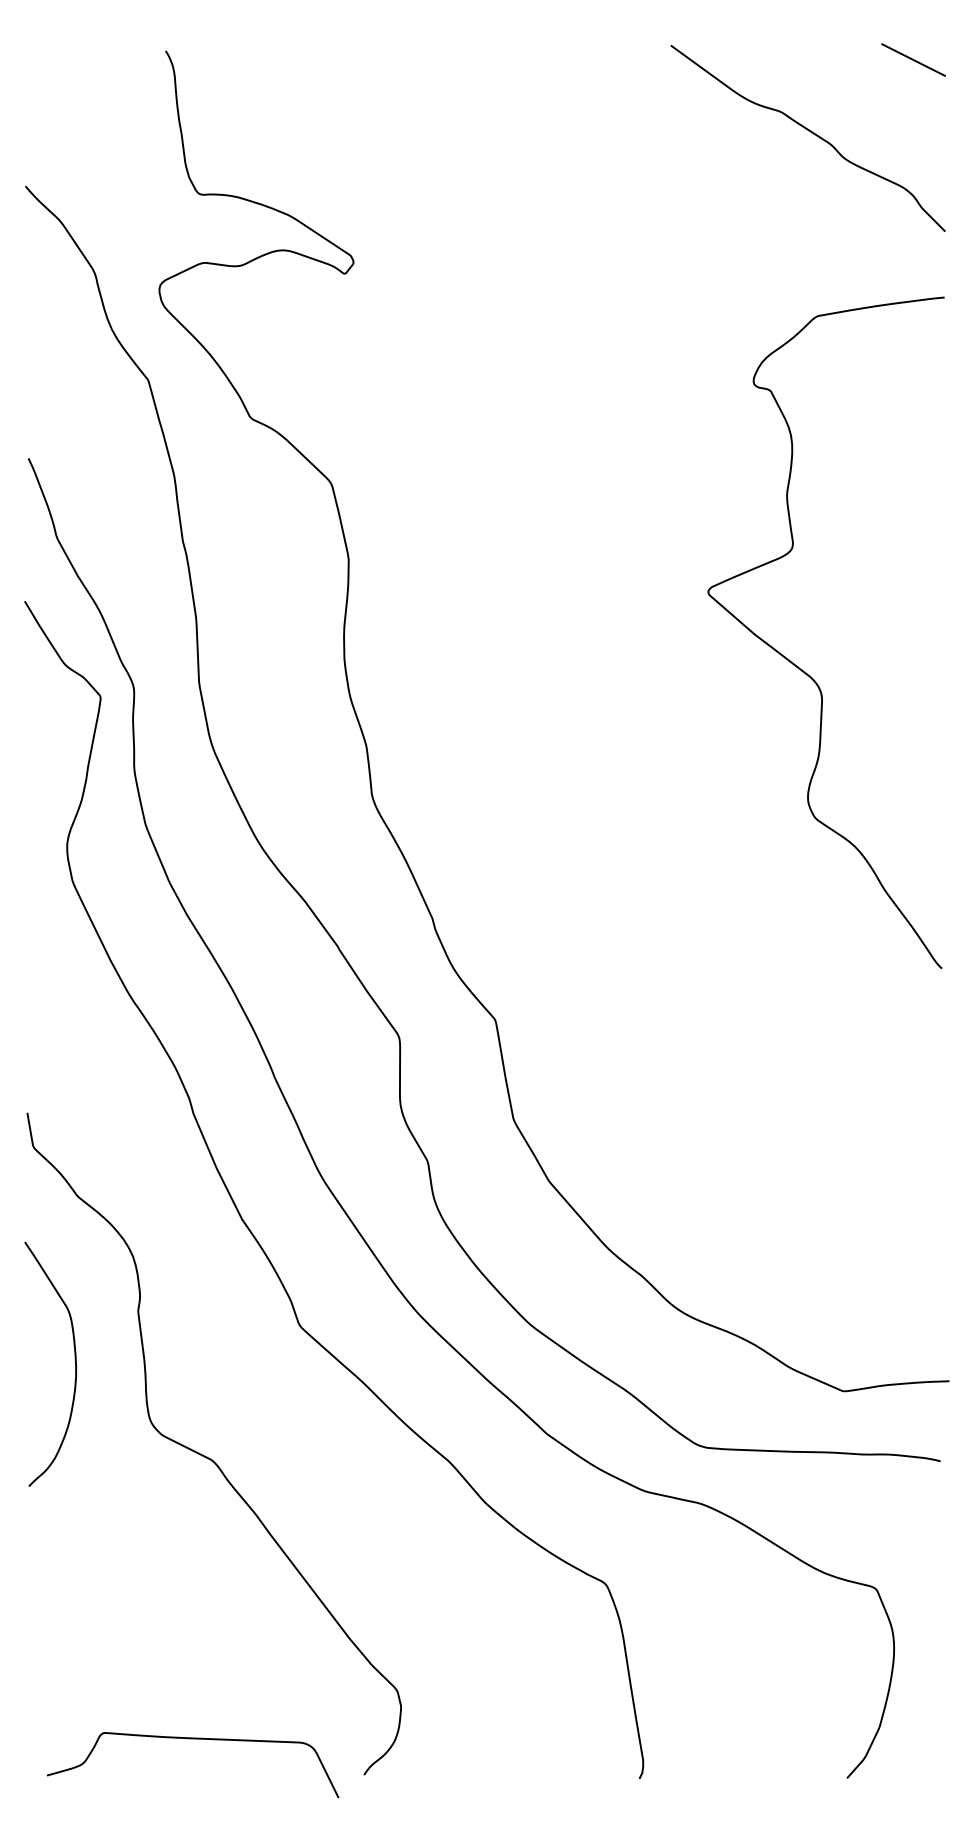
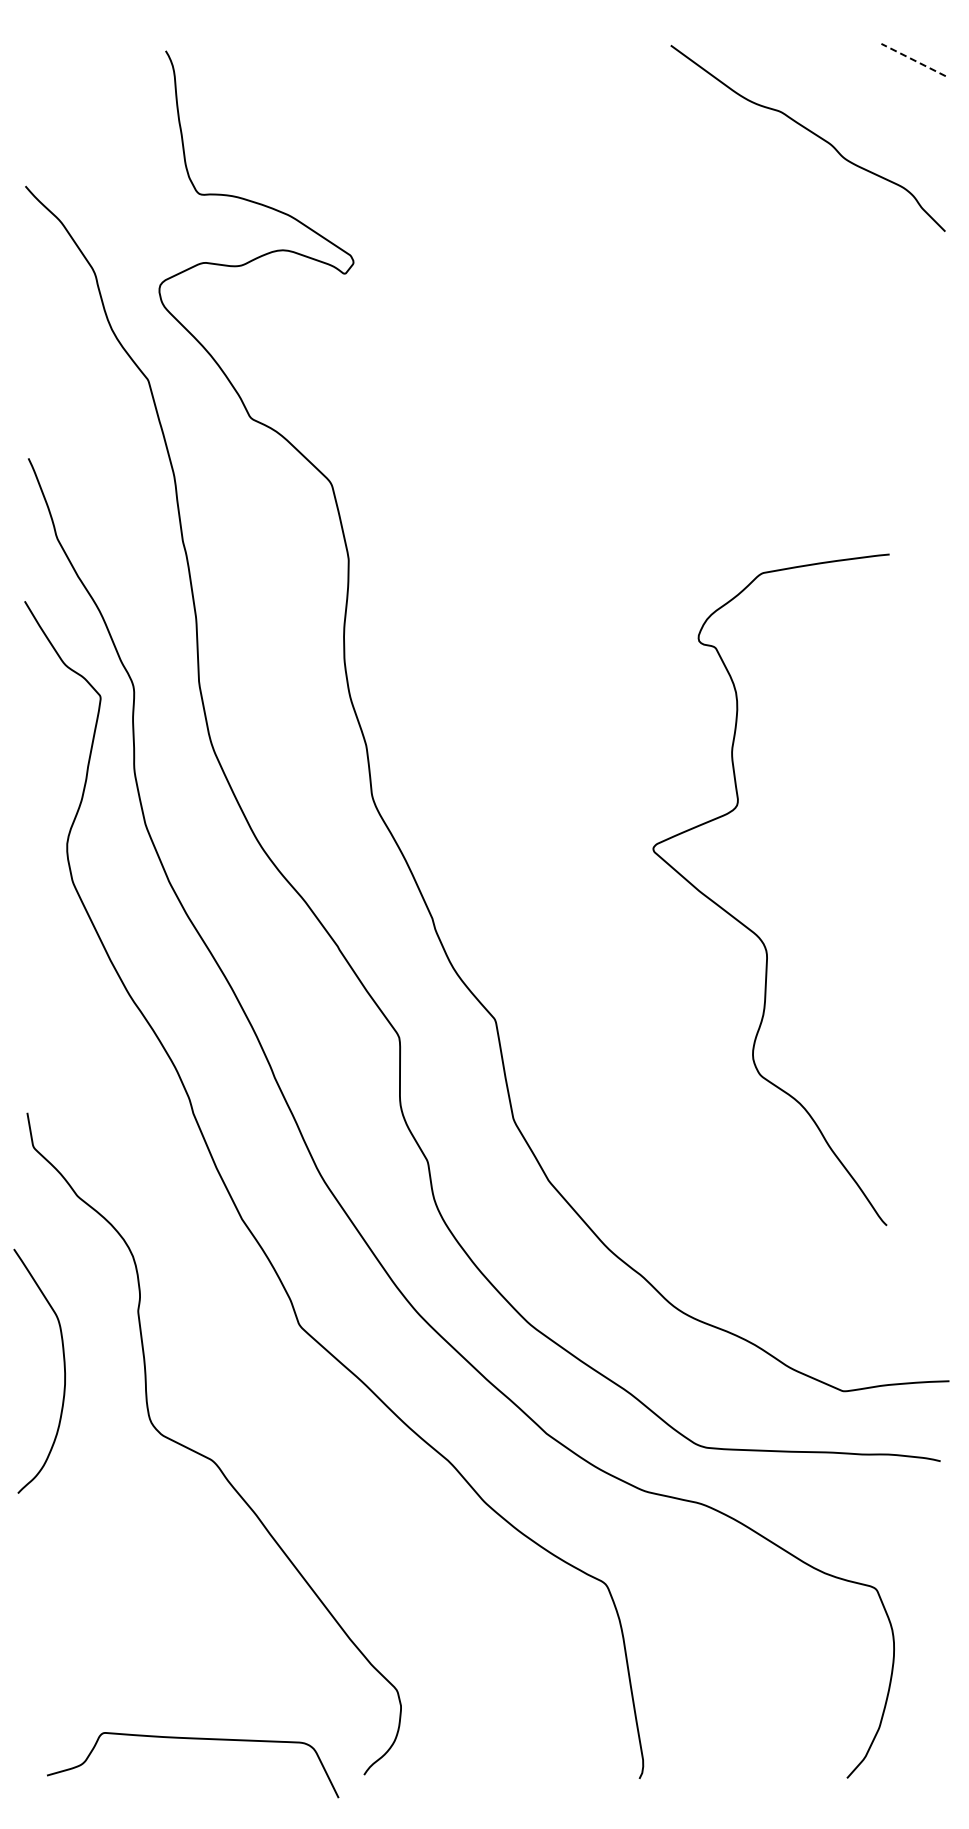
line at (913, 59): solid -> dashed
curve at (797, 665) position: (797, 665) -> (742, 922)
curve at (74, 1359) position: (74, 1359) -> (63, 1366)
